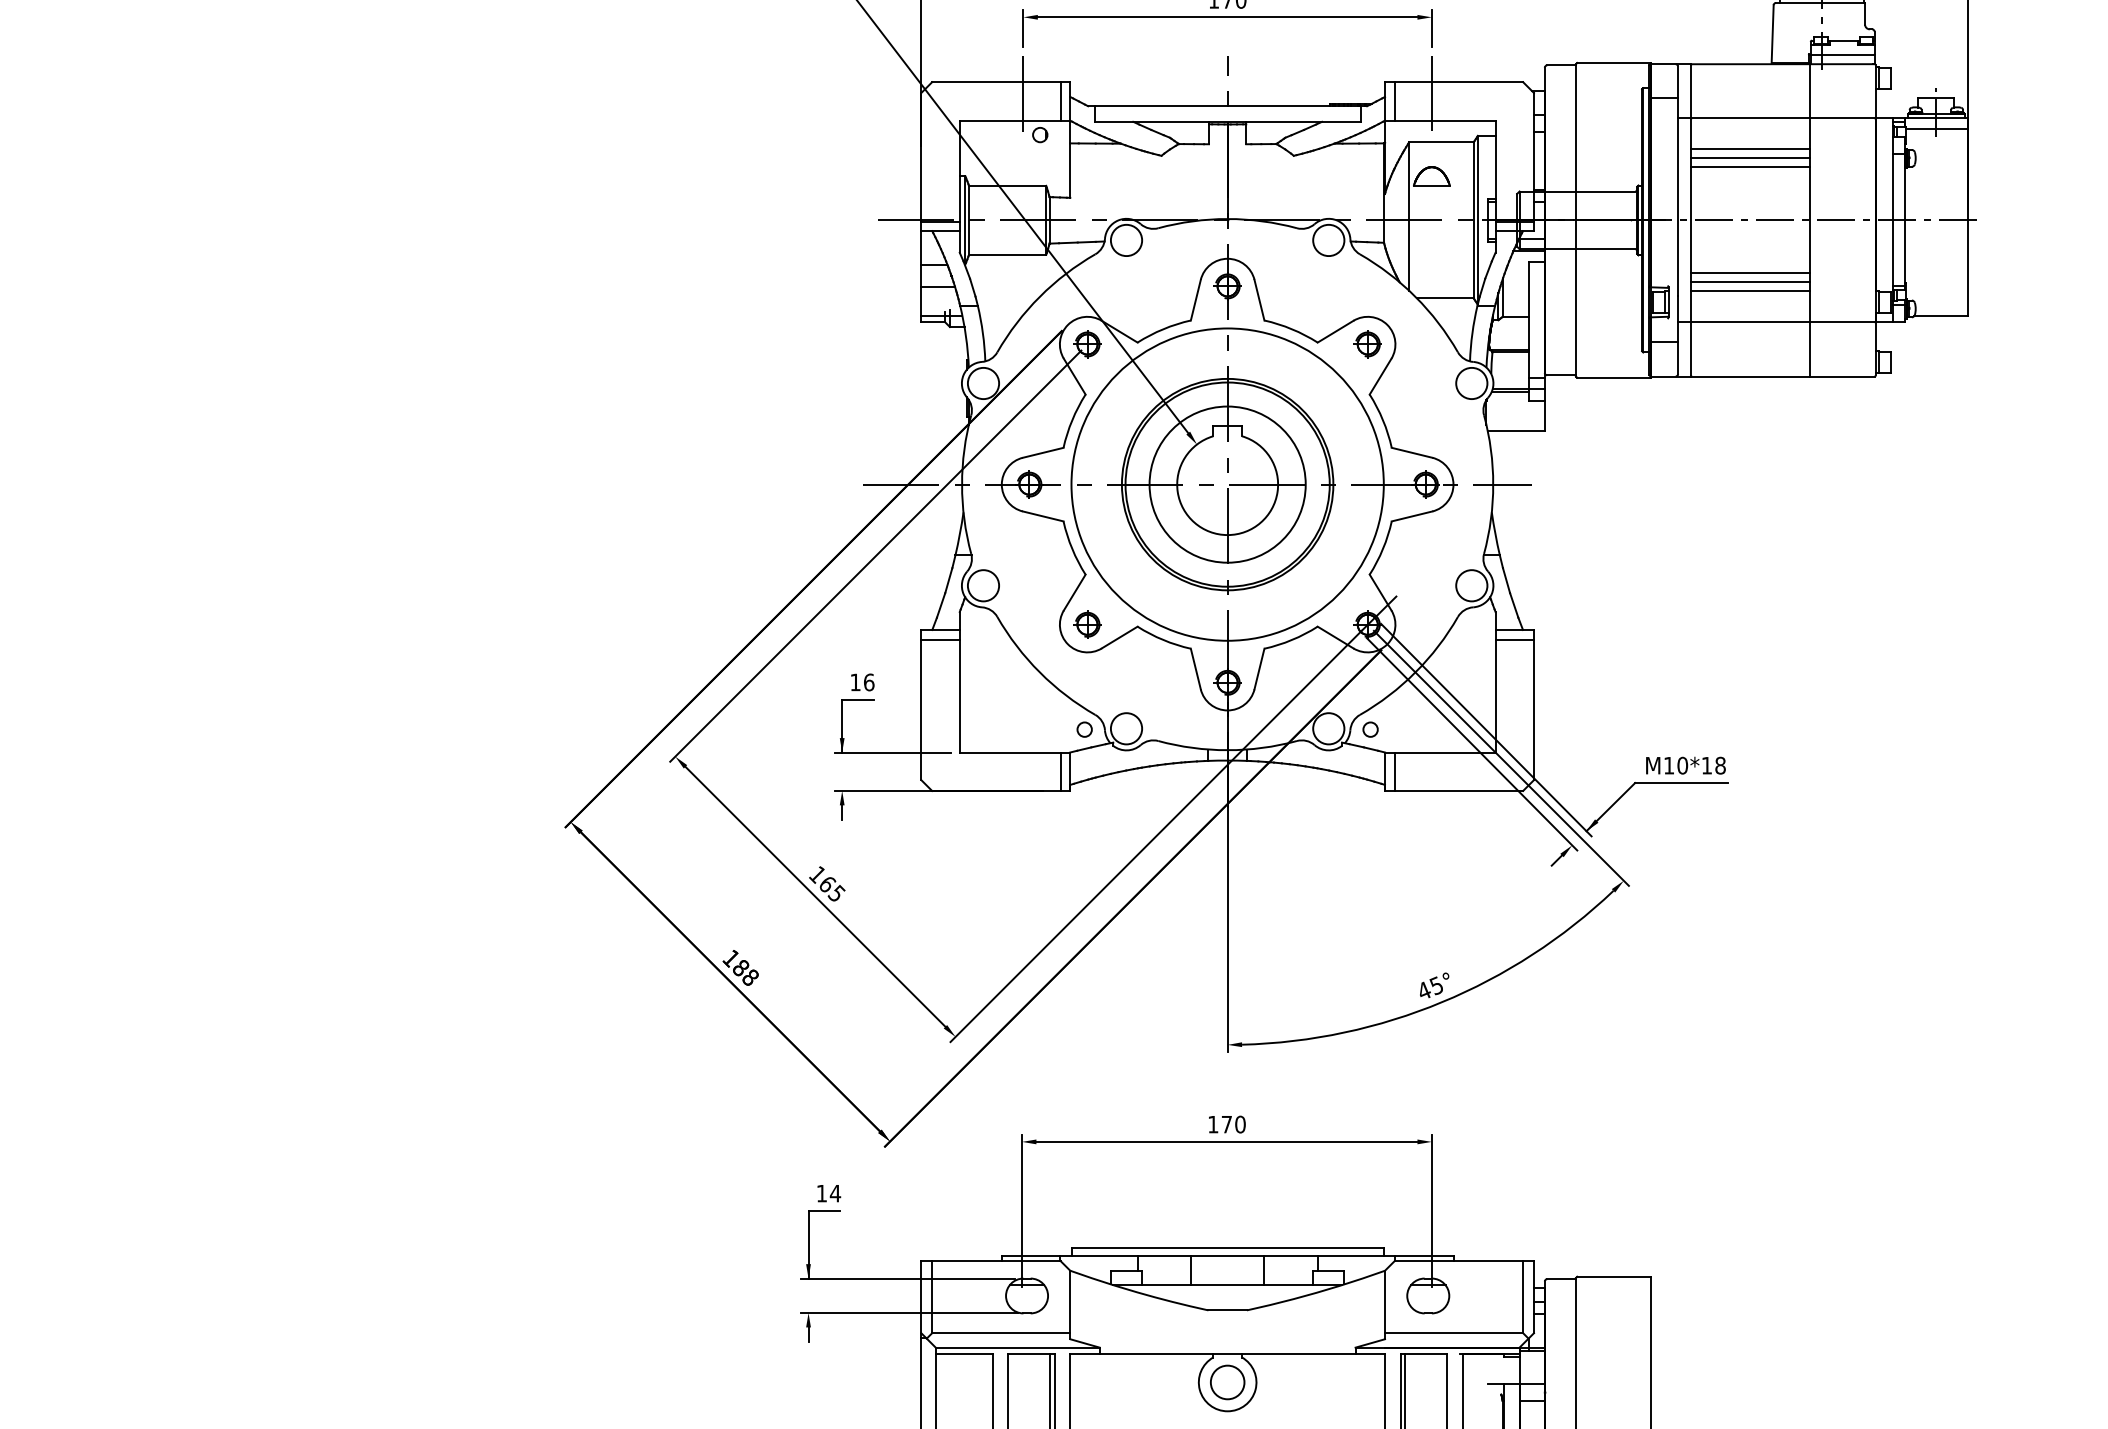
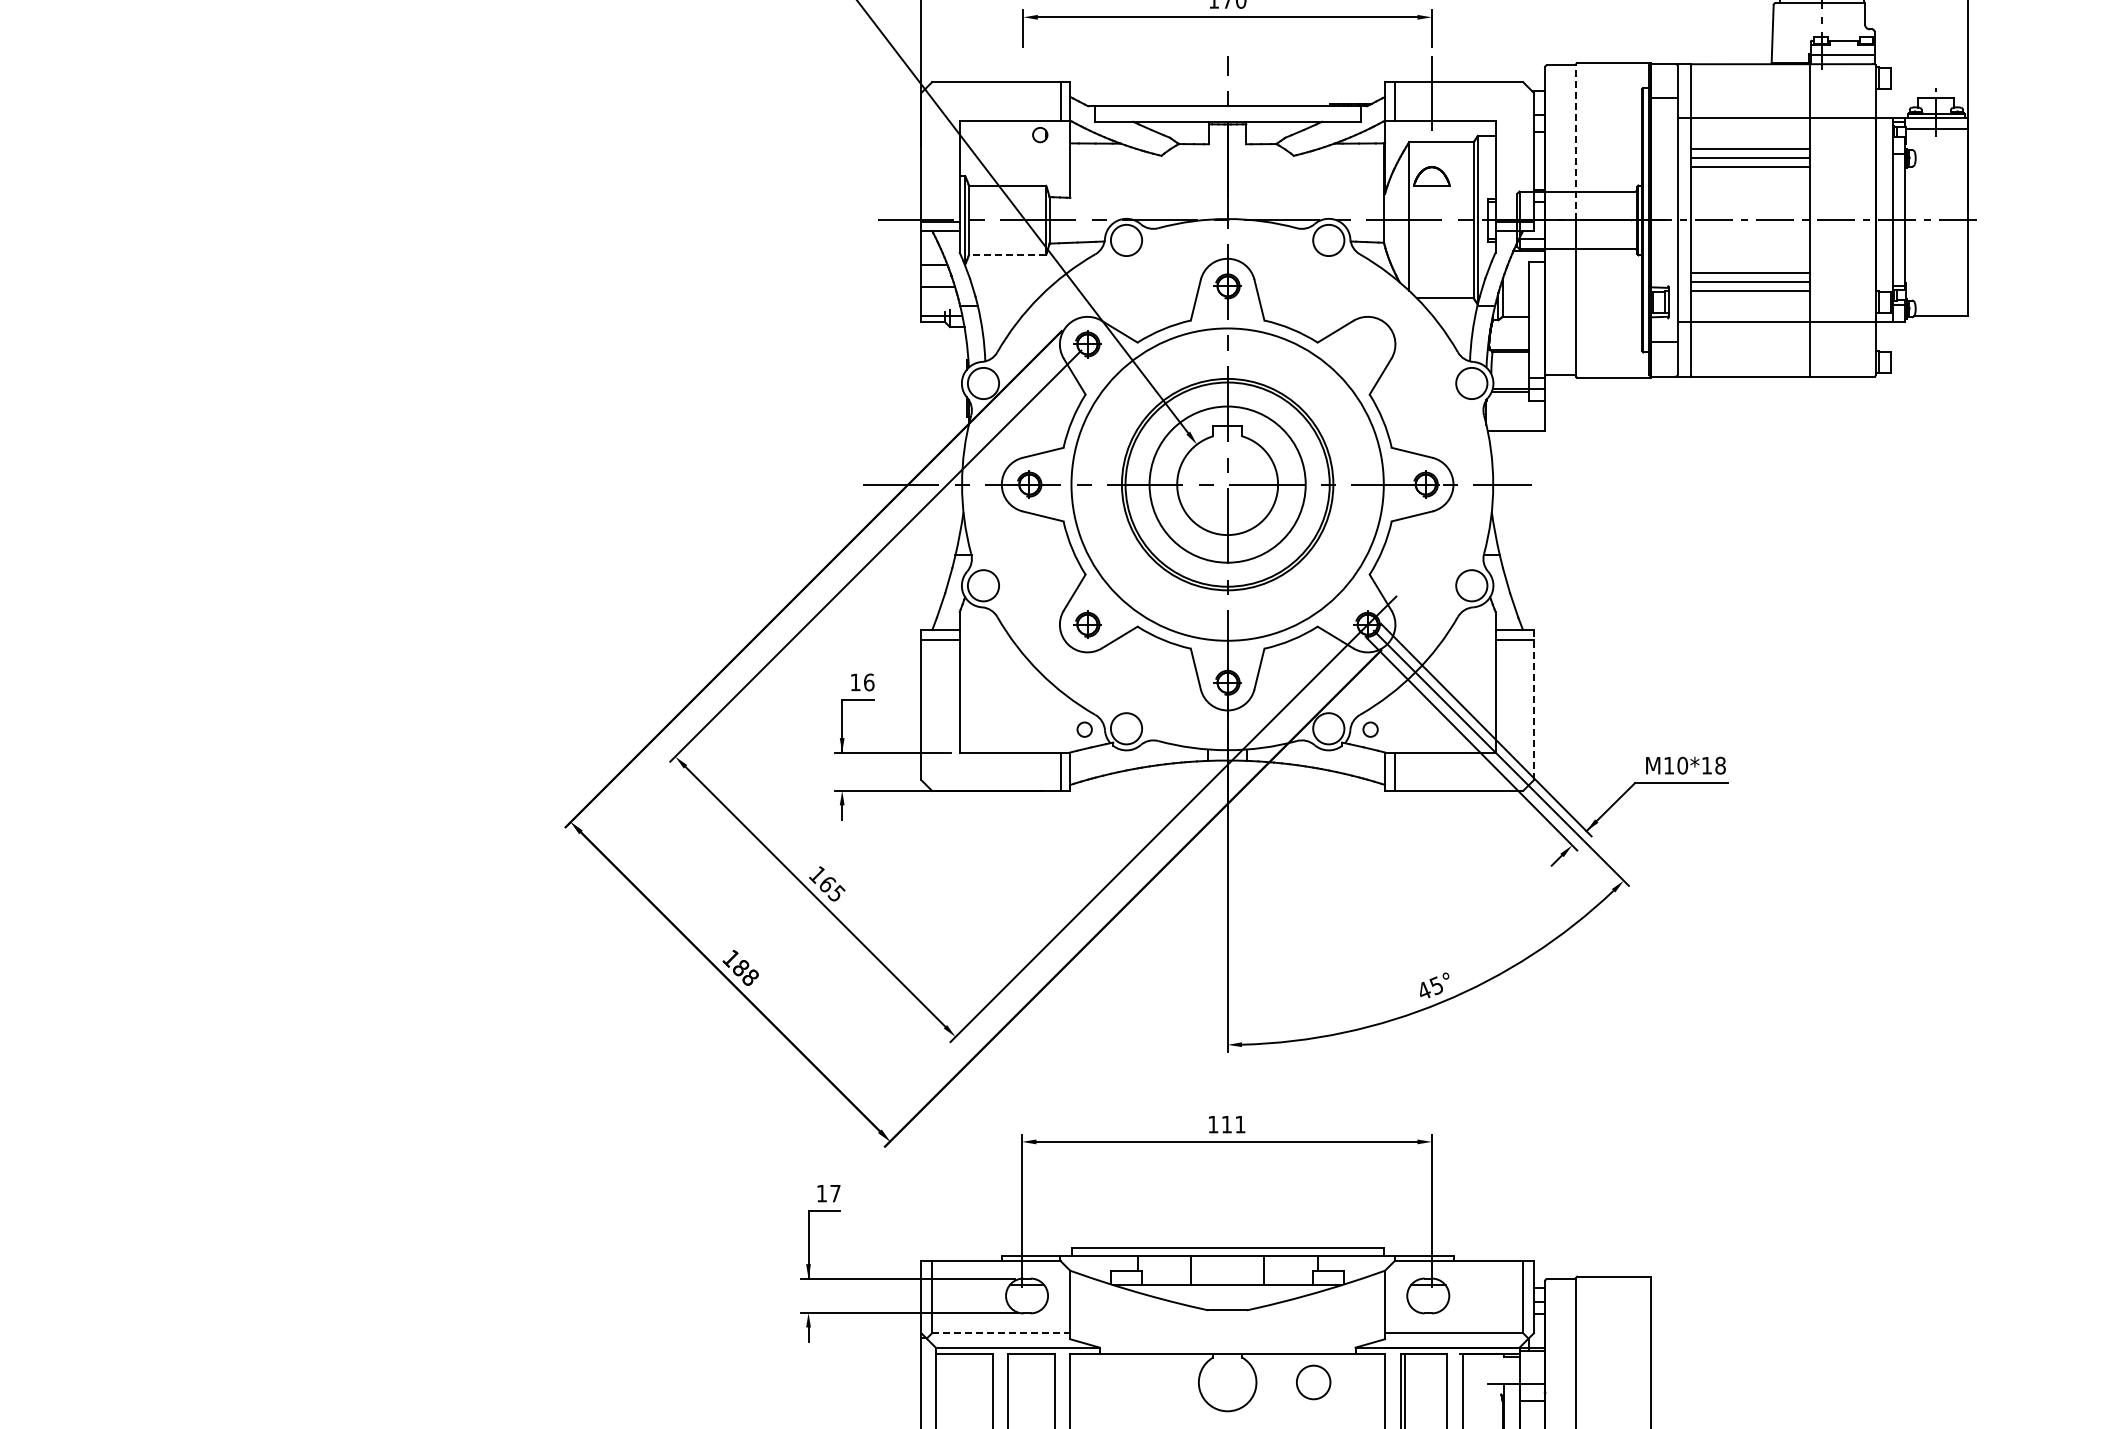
line at (1023, 96): present -> none
line at (1576, 141): solid -> dashed
line at (1007, 254): solid -> dashed
part at (1367, 344): present -> none
line at (1533, 705): solid -> dashed
text at (1233, 1124): 170 -> 111
text at (835, 1193): 14 -> 17
line at (1001, 1333): solid -> dashed
circle at (1227, 1382) position: (1227, 1382) -> (1313, 1382)
line at (1050, 1389): present -> none
